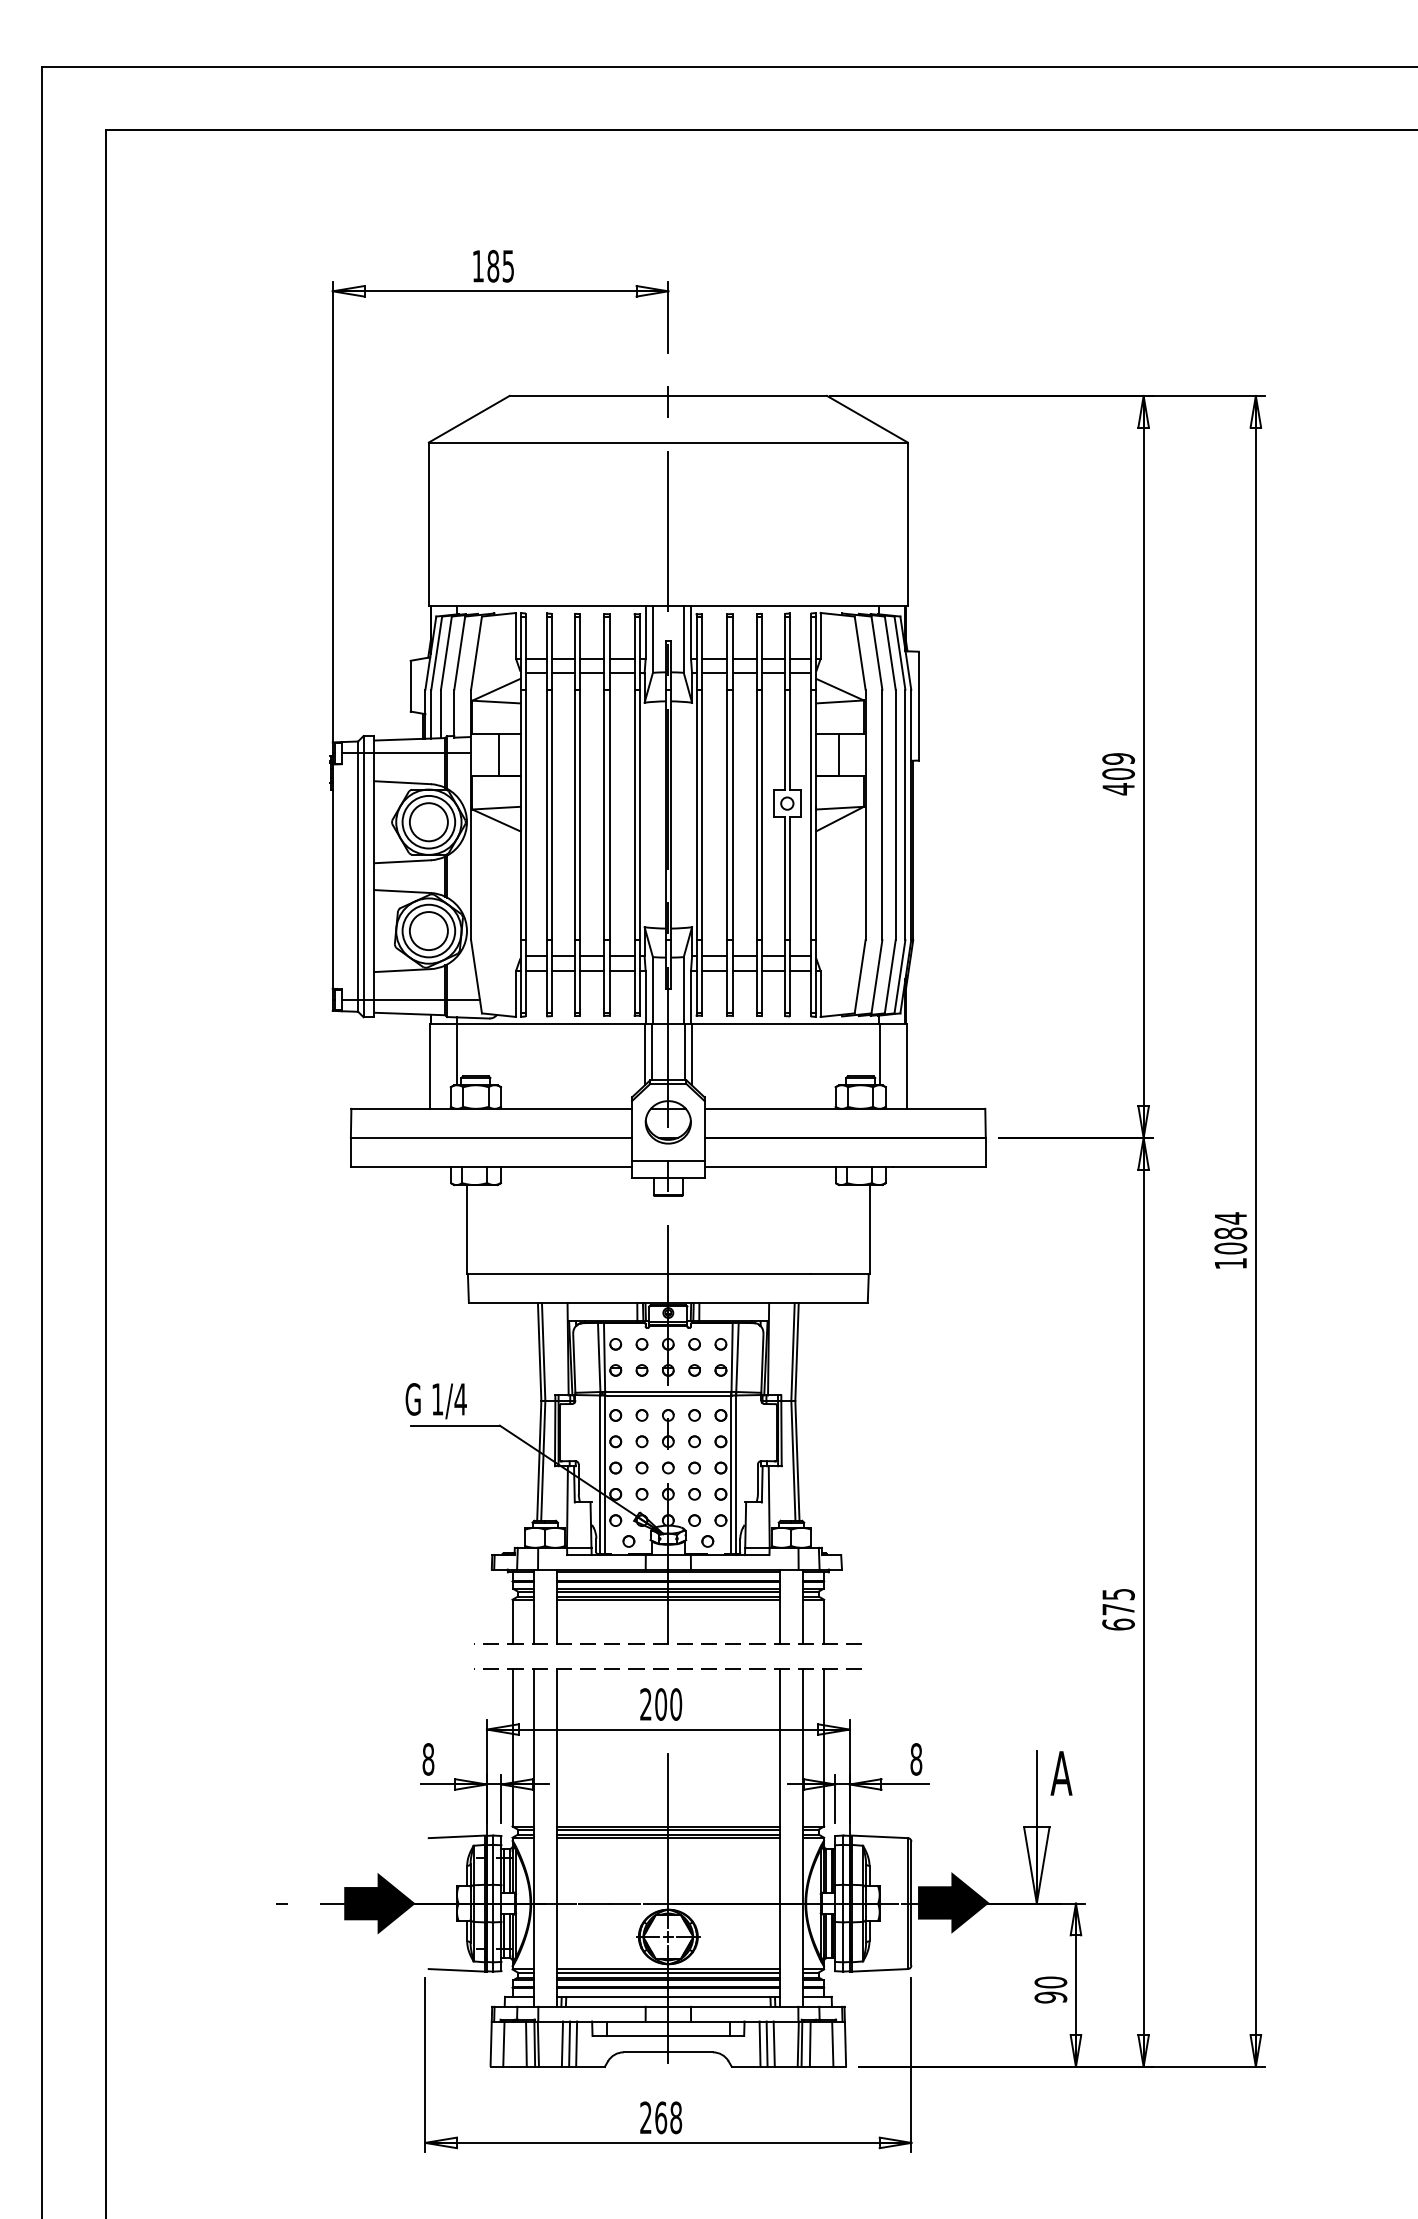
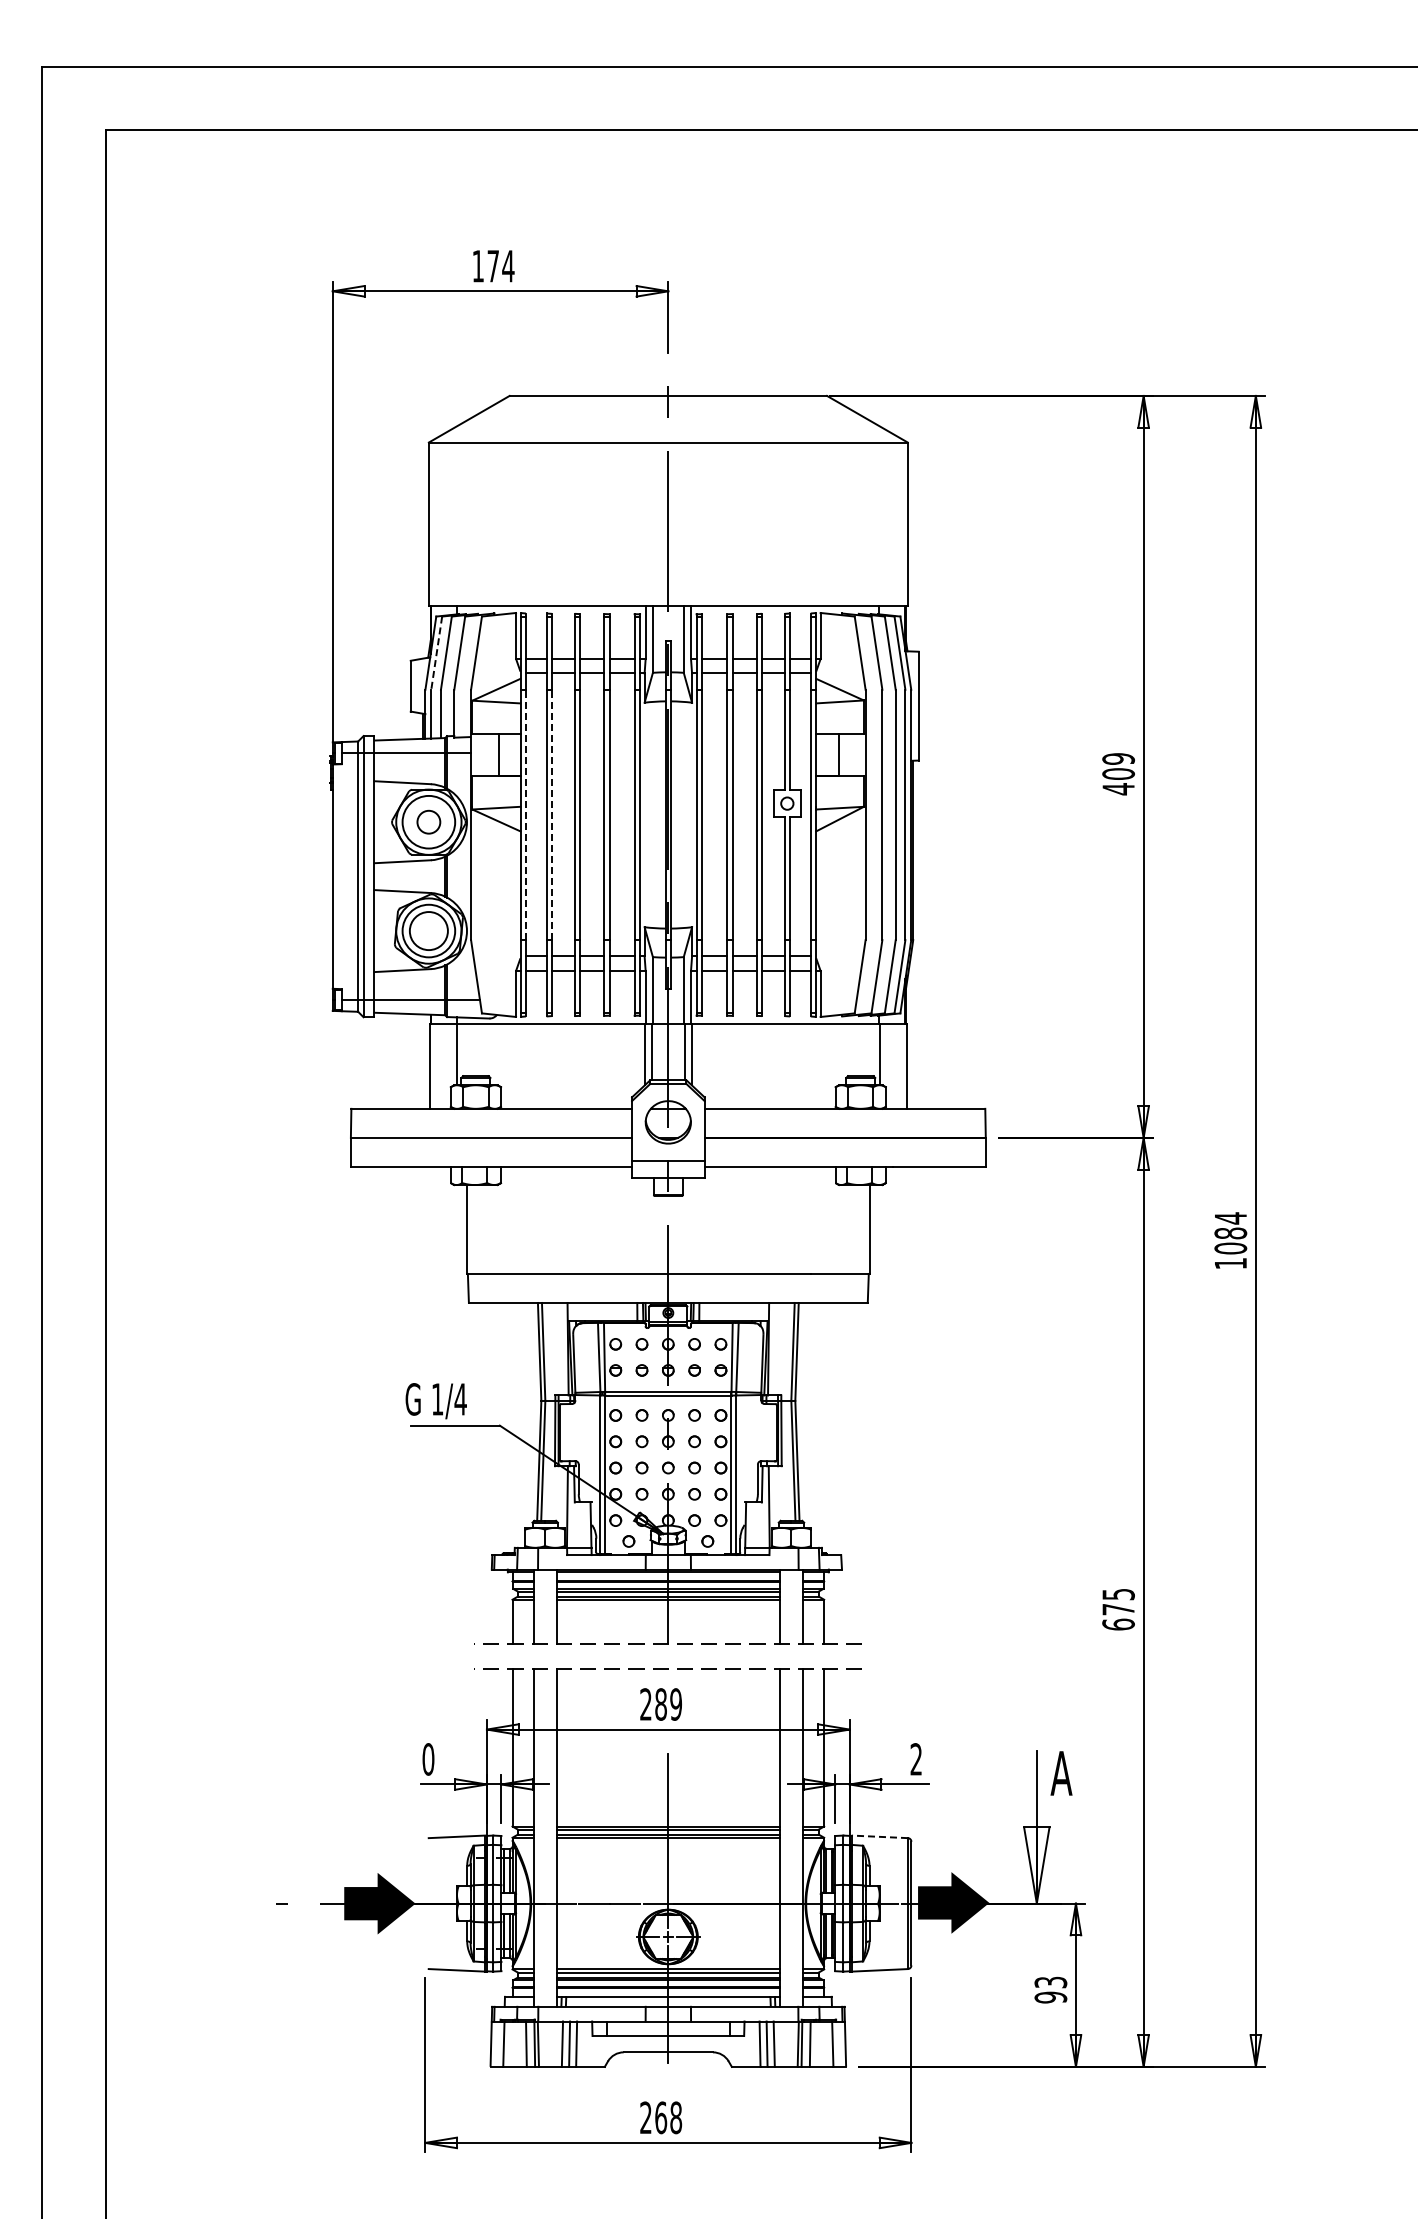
text at (500, 265): 185 -> 174
line at (436, 653): solid -> dashed
line at (525, 814): solid -> dashed
line at (552, 814): solid -> dashed
circle at (428, 822) diameter: 38 px -> 23 px
text at (668, 1704): 200 -> 289
text at (428, 1759): 8 -> 0
text at (916, 1759): 8 -> 2
line at (879, 1836): solid -> dashed
text at (1050, 1982): 90 -> 93
